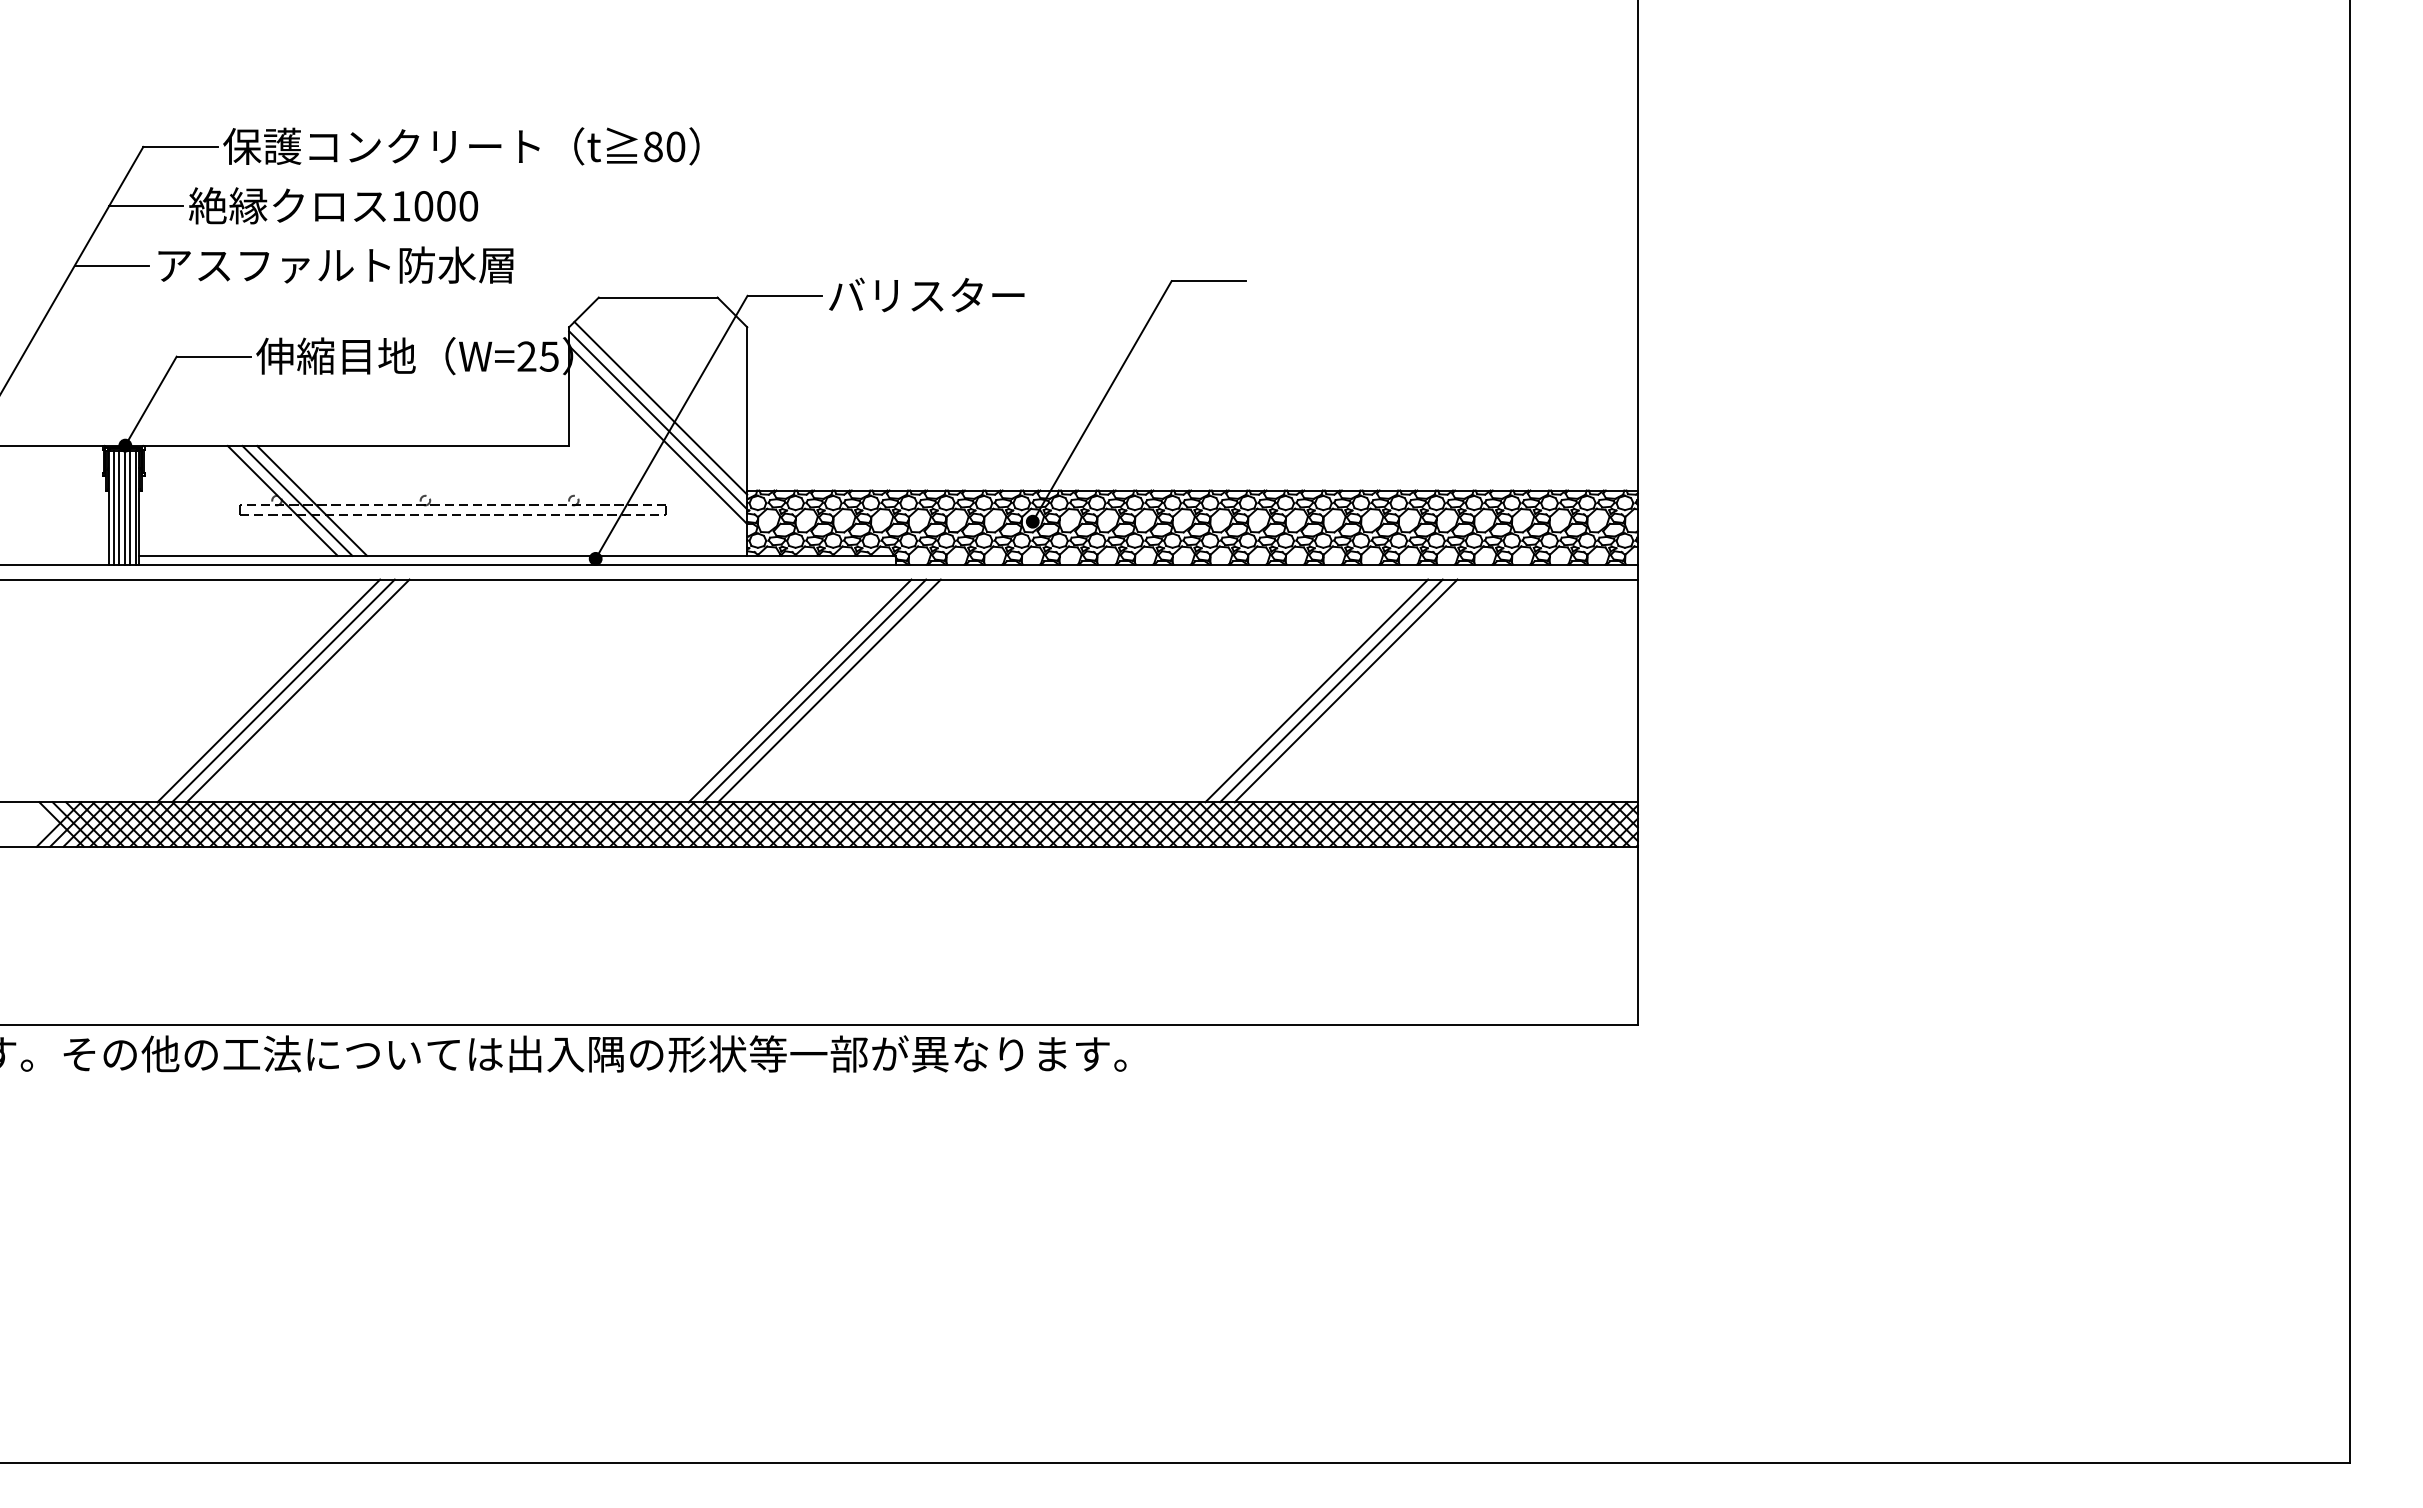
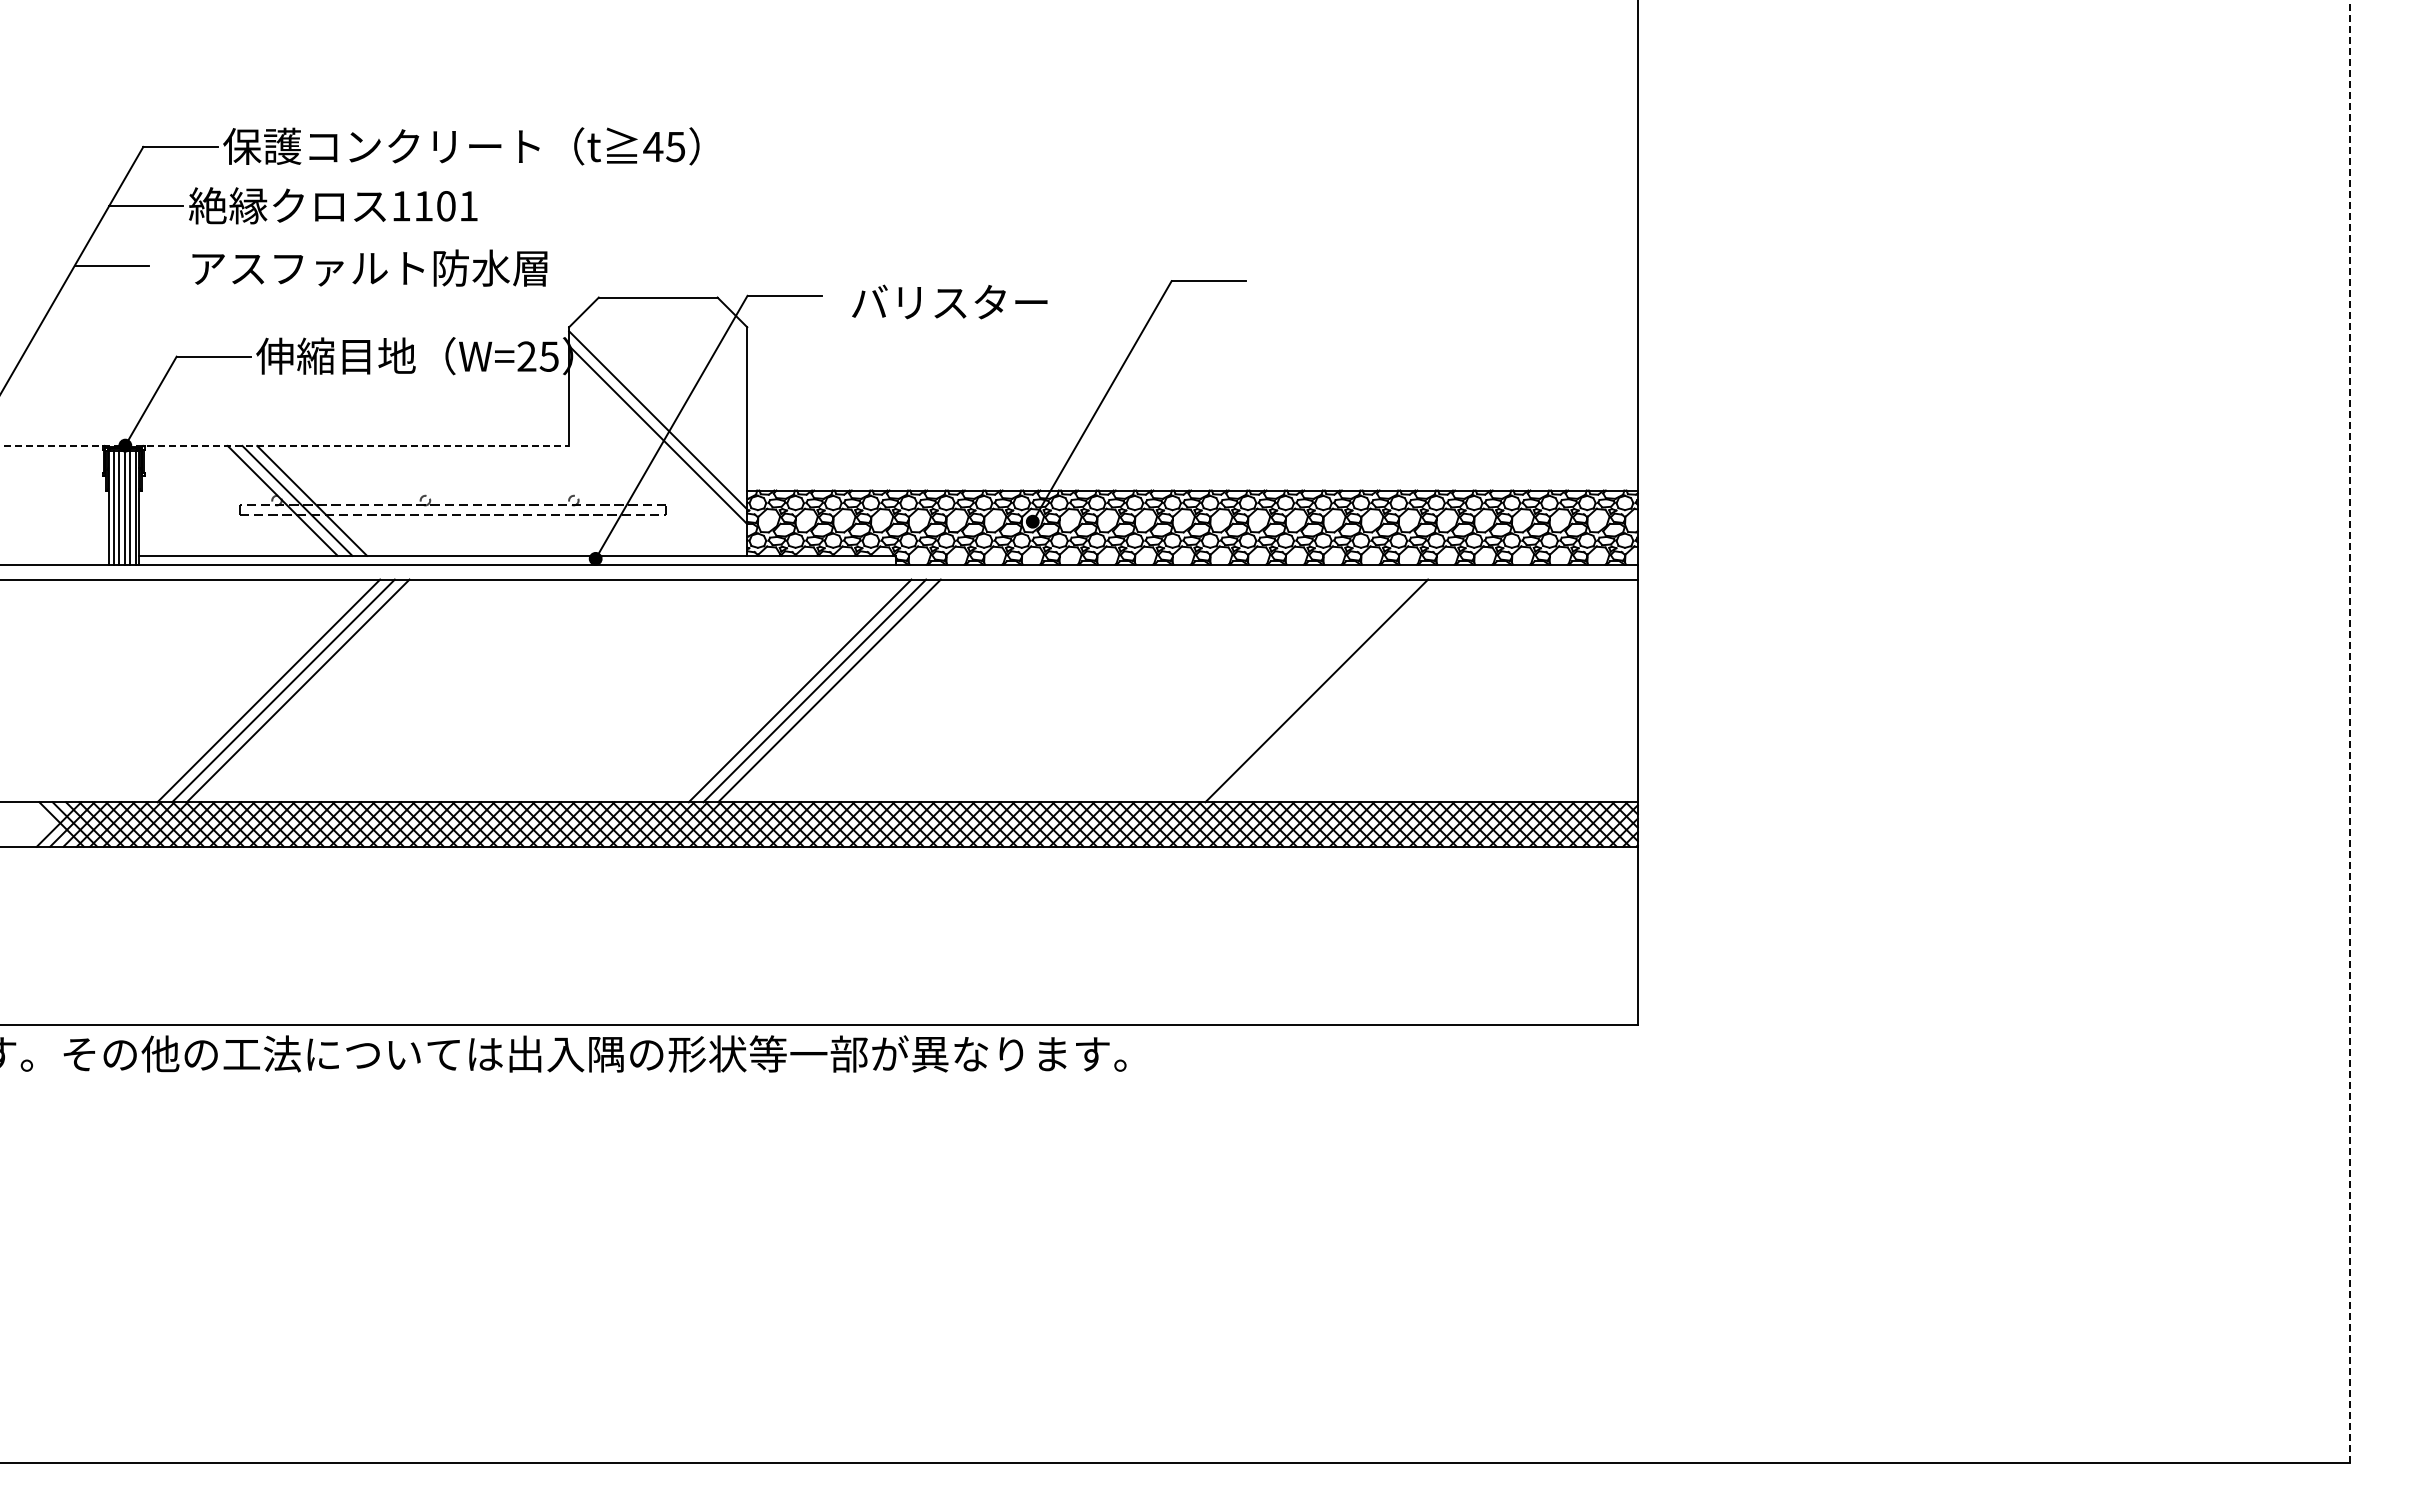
text at (664, 146): 80 -> 45
text at (446, 206): 1000 -> 1101
text at (335, 264) position: (335, 264) -> (369, 267)
text at (926, 294) position: (926, 294) -> (949, 301)
line at (660, 407): present -> none
line at (285, 446): solid -> dashed
line at (1331, 690): present -> none
line at (1345, 690): present -> none
line at (2350, 731): solid -> dashed
